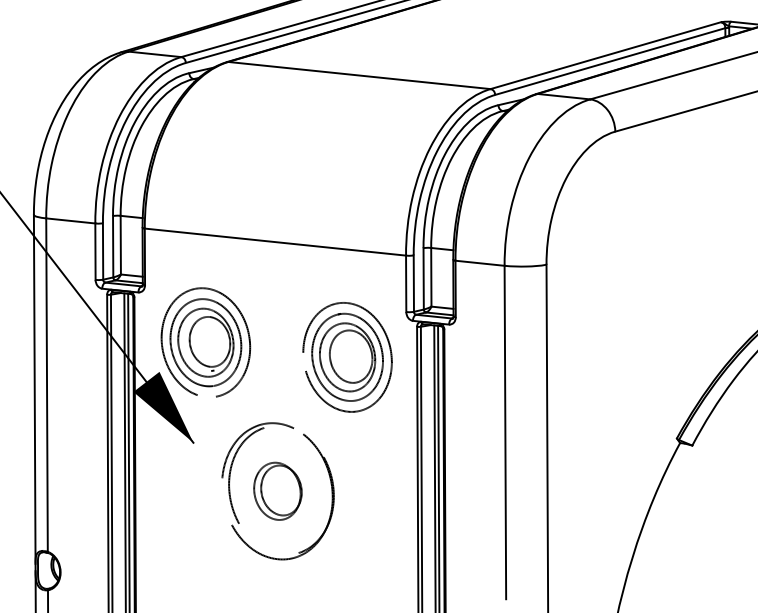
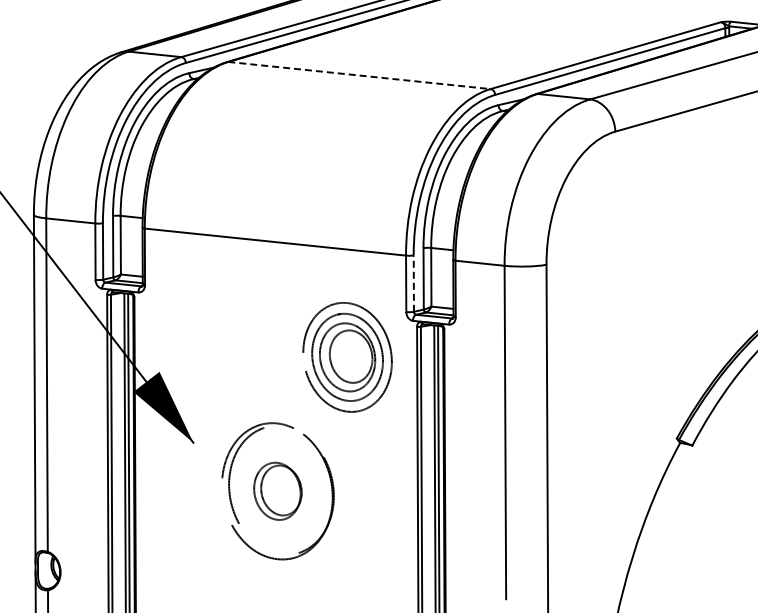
line at (359, 75): solid -> dashed
line at (413, 283): solid -> dashed
part at (205, 342): present -> none
